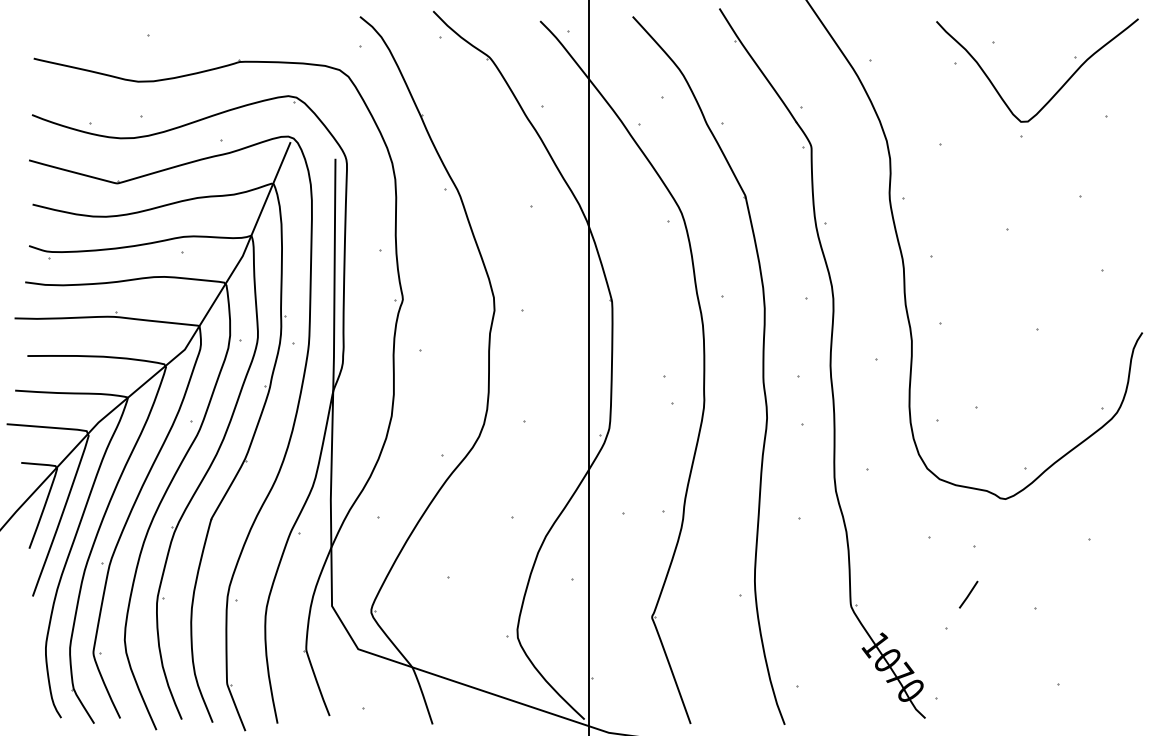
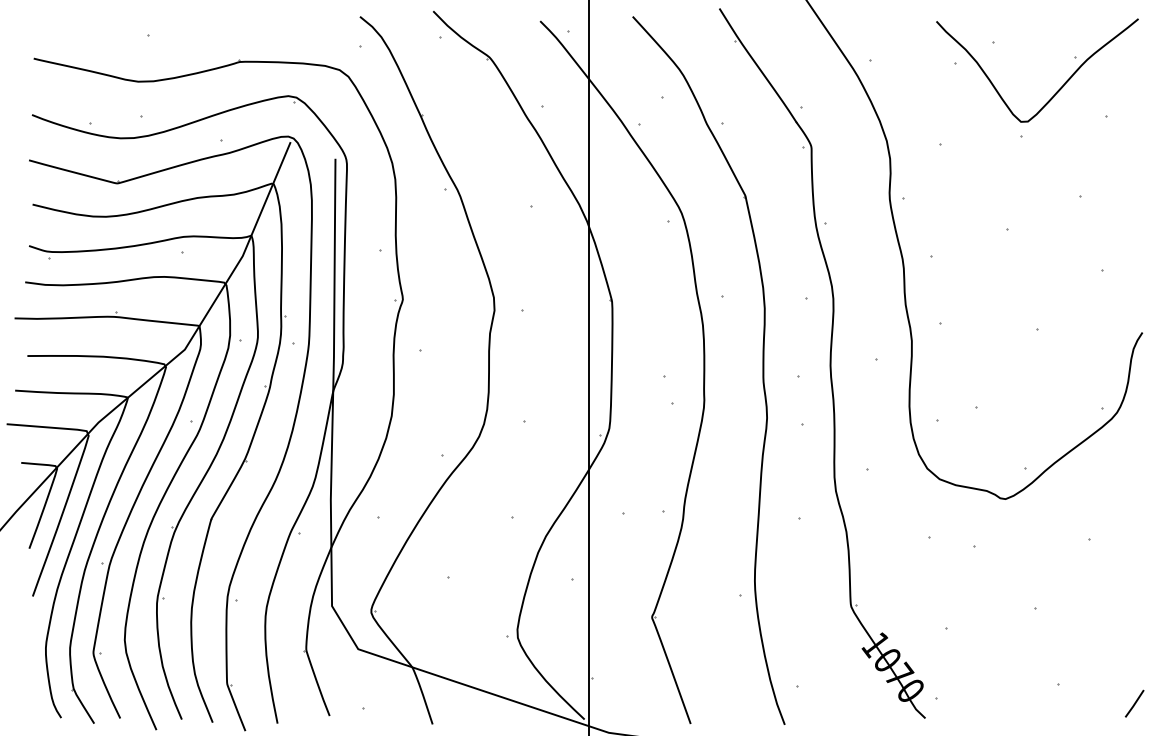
line at (968, 594) position: (968, 594) -> (1134, 703)
